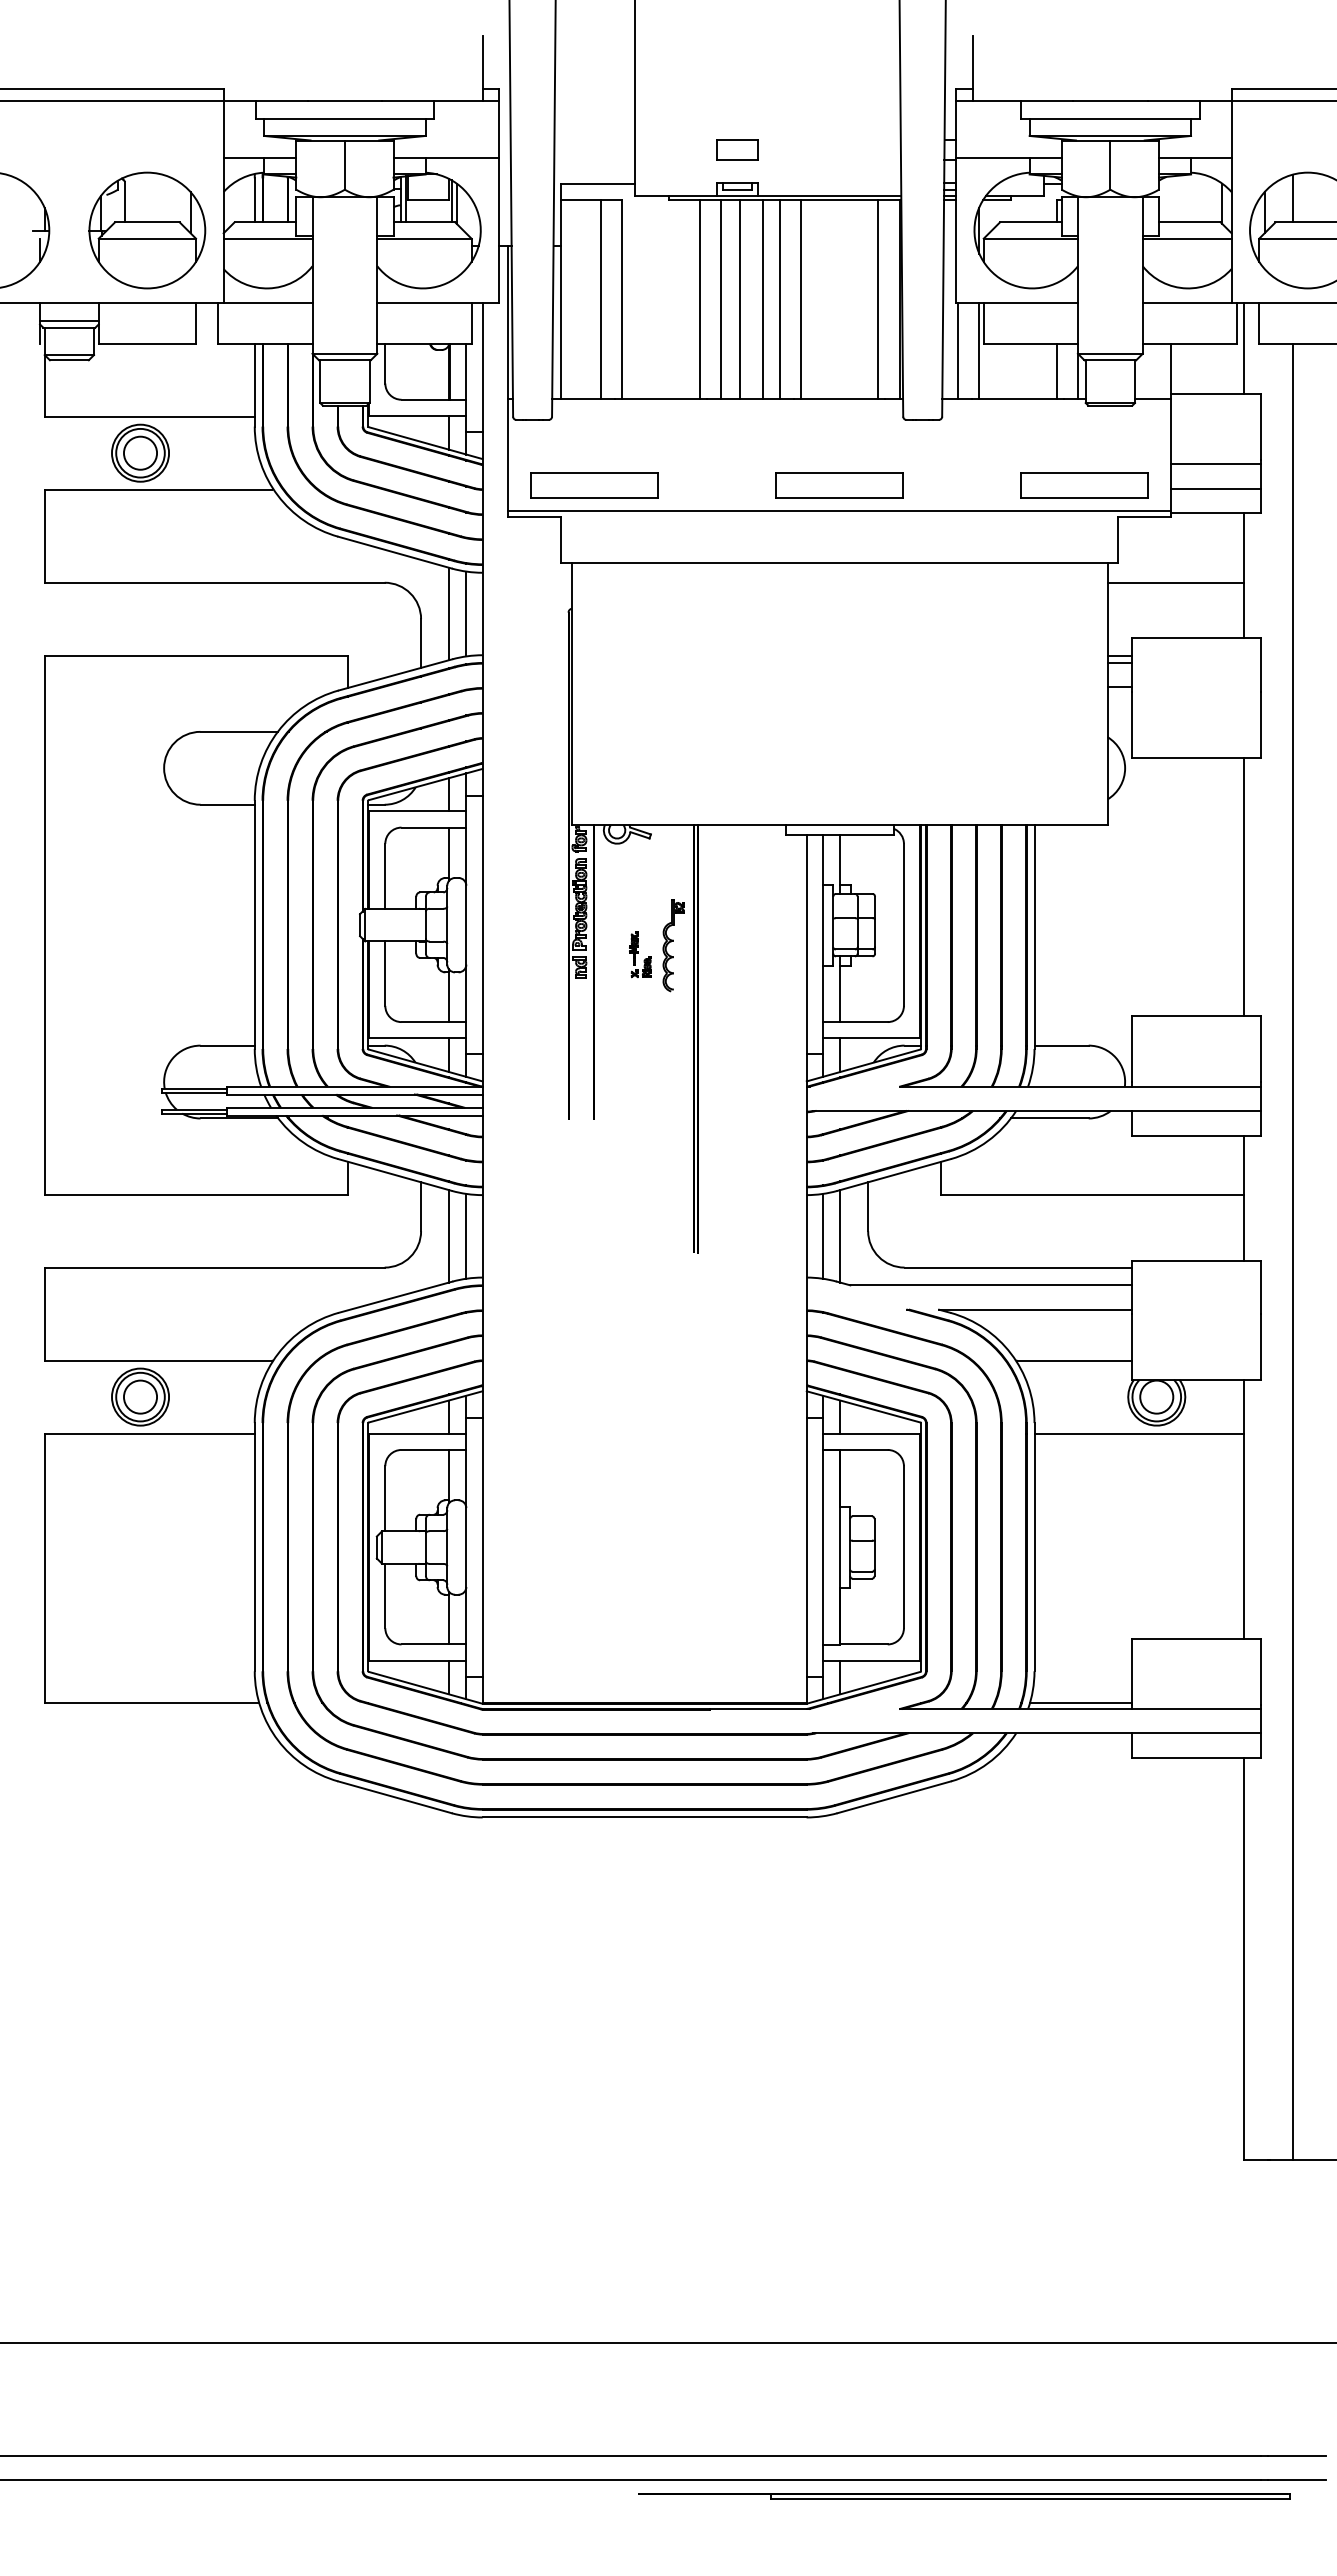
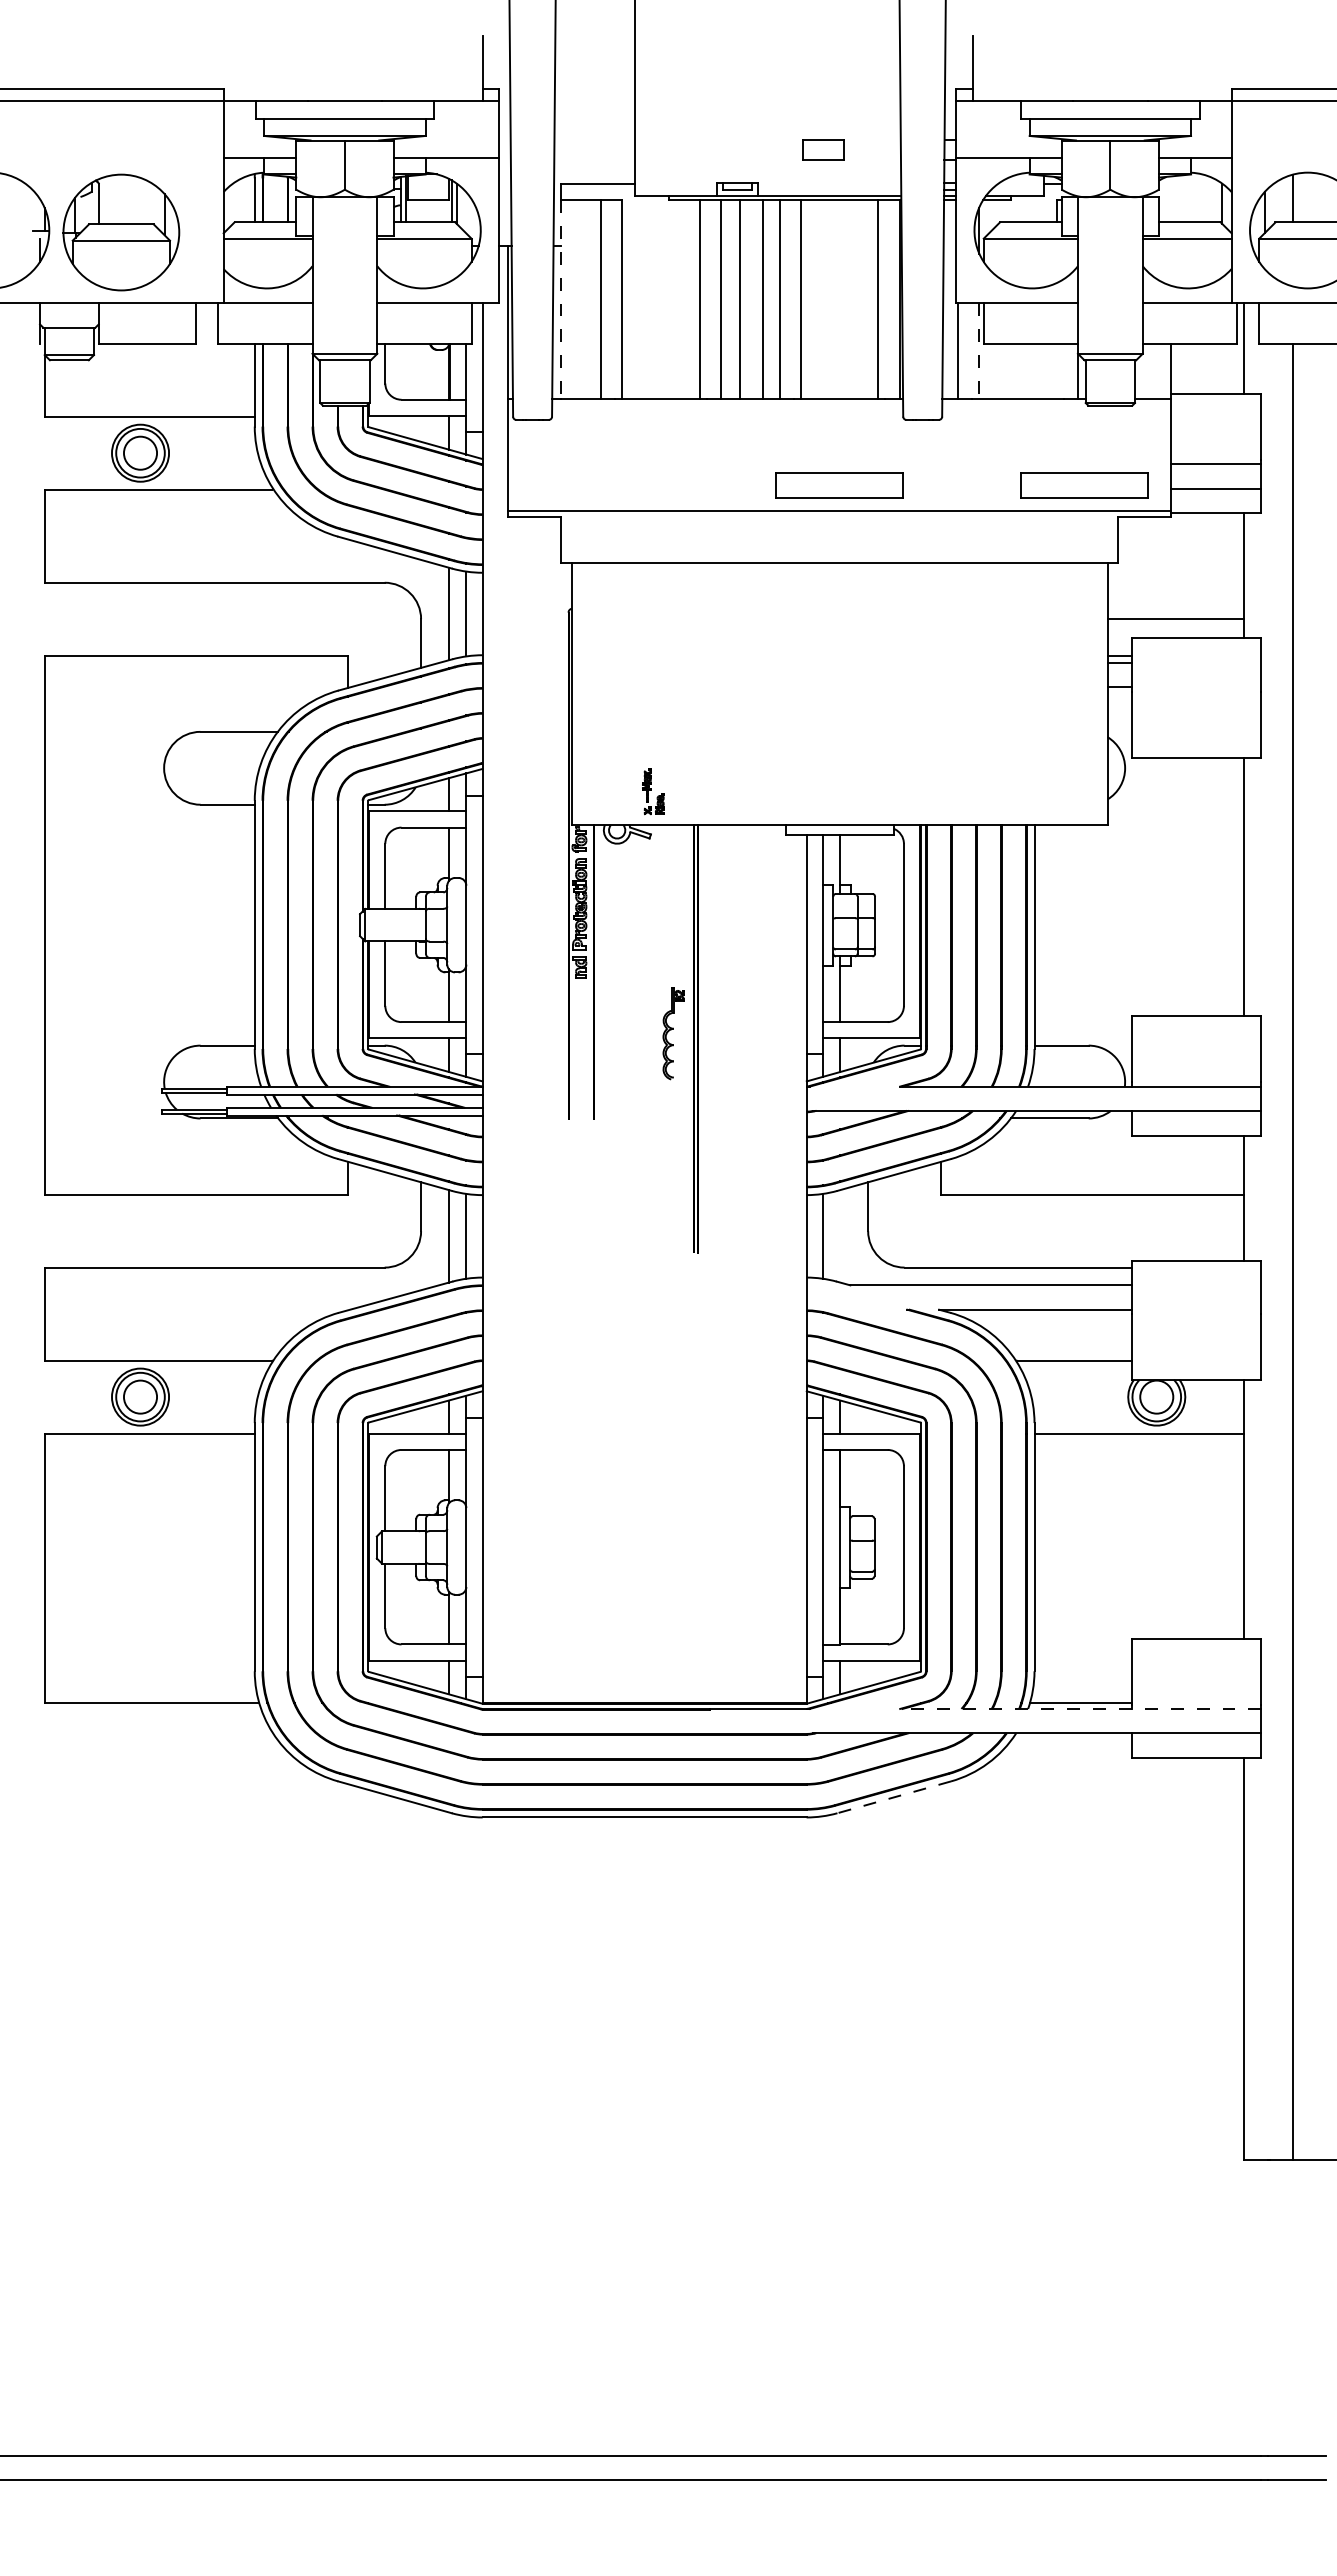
part at (737, 149) position: (737, 149) -> (823, 149)
part at (147, 230) position: (147, 230) -> (121, 232)
line at (561, 299): solid -> dashed
line at (69, 321): present -> none
line at (979, 351): solid -> dashed
line at (1057, 370): present -> none
part at (594, 485): present -> none
line at (1175, 582) position: (1175, 582) -> (1175, 618)
part at (673, 945) position: (673, 945) -> (673, 1033)
part at (640, 954) position: (640, 954) -> (653, 791)
line at (840, 1236): present -> none
line at (1080, 1708): solid -> dashed
line at (894, 1797): solid -> dashed
line at (667, 2343): present -> none
part at (964, 2496): present -> none
